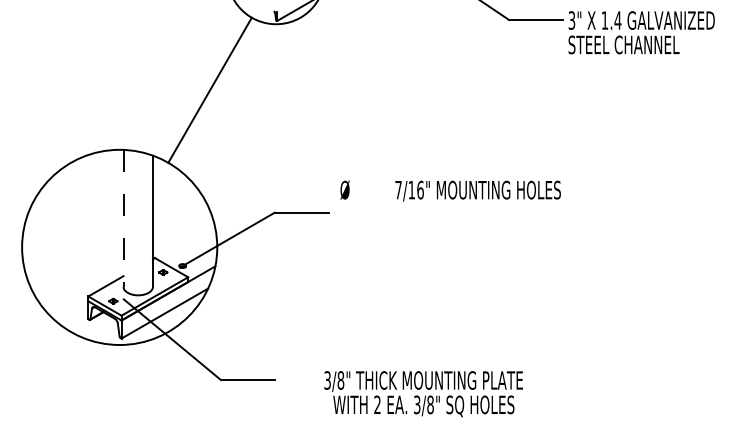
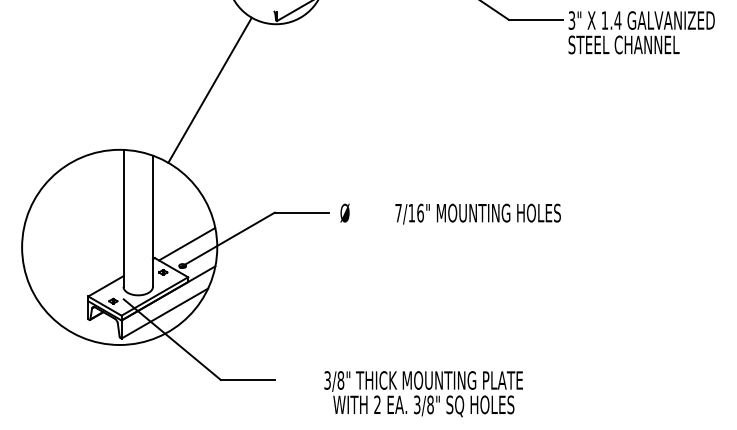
text at (450, 190) position: (450, 190) -> (450, 213)
line at (123, 218): dashed -> solid
line at (187, 243): none -> present
